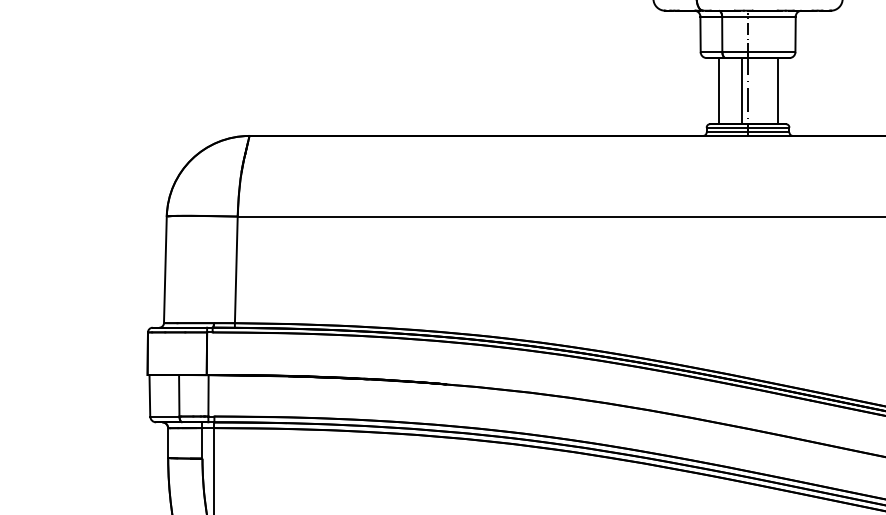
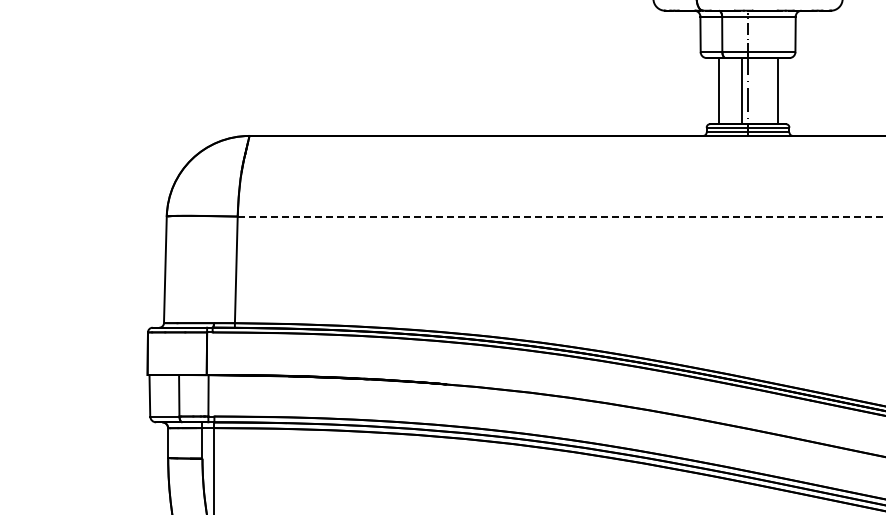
line at (561, 216): solid -> dashed
